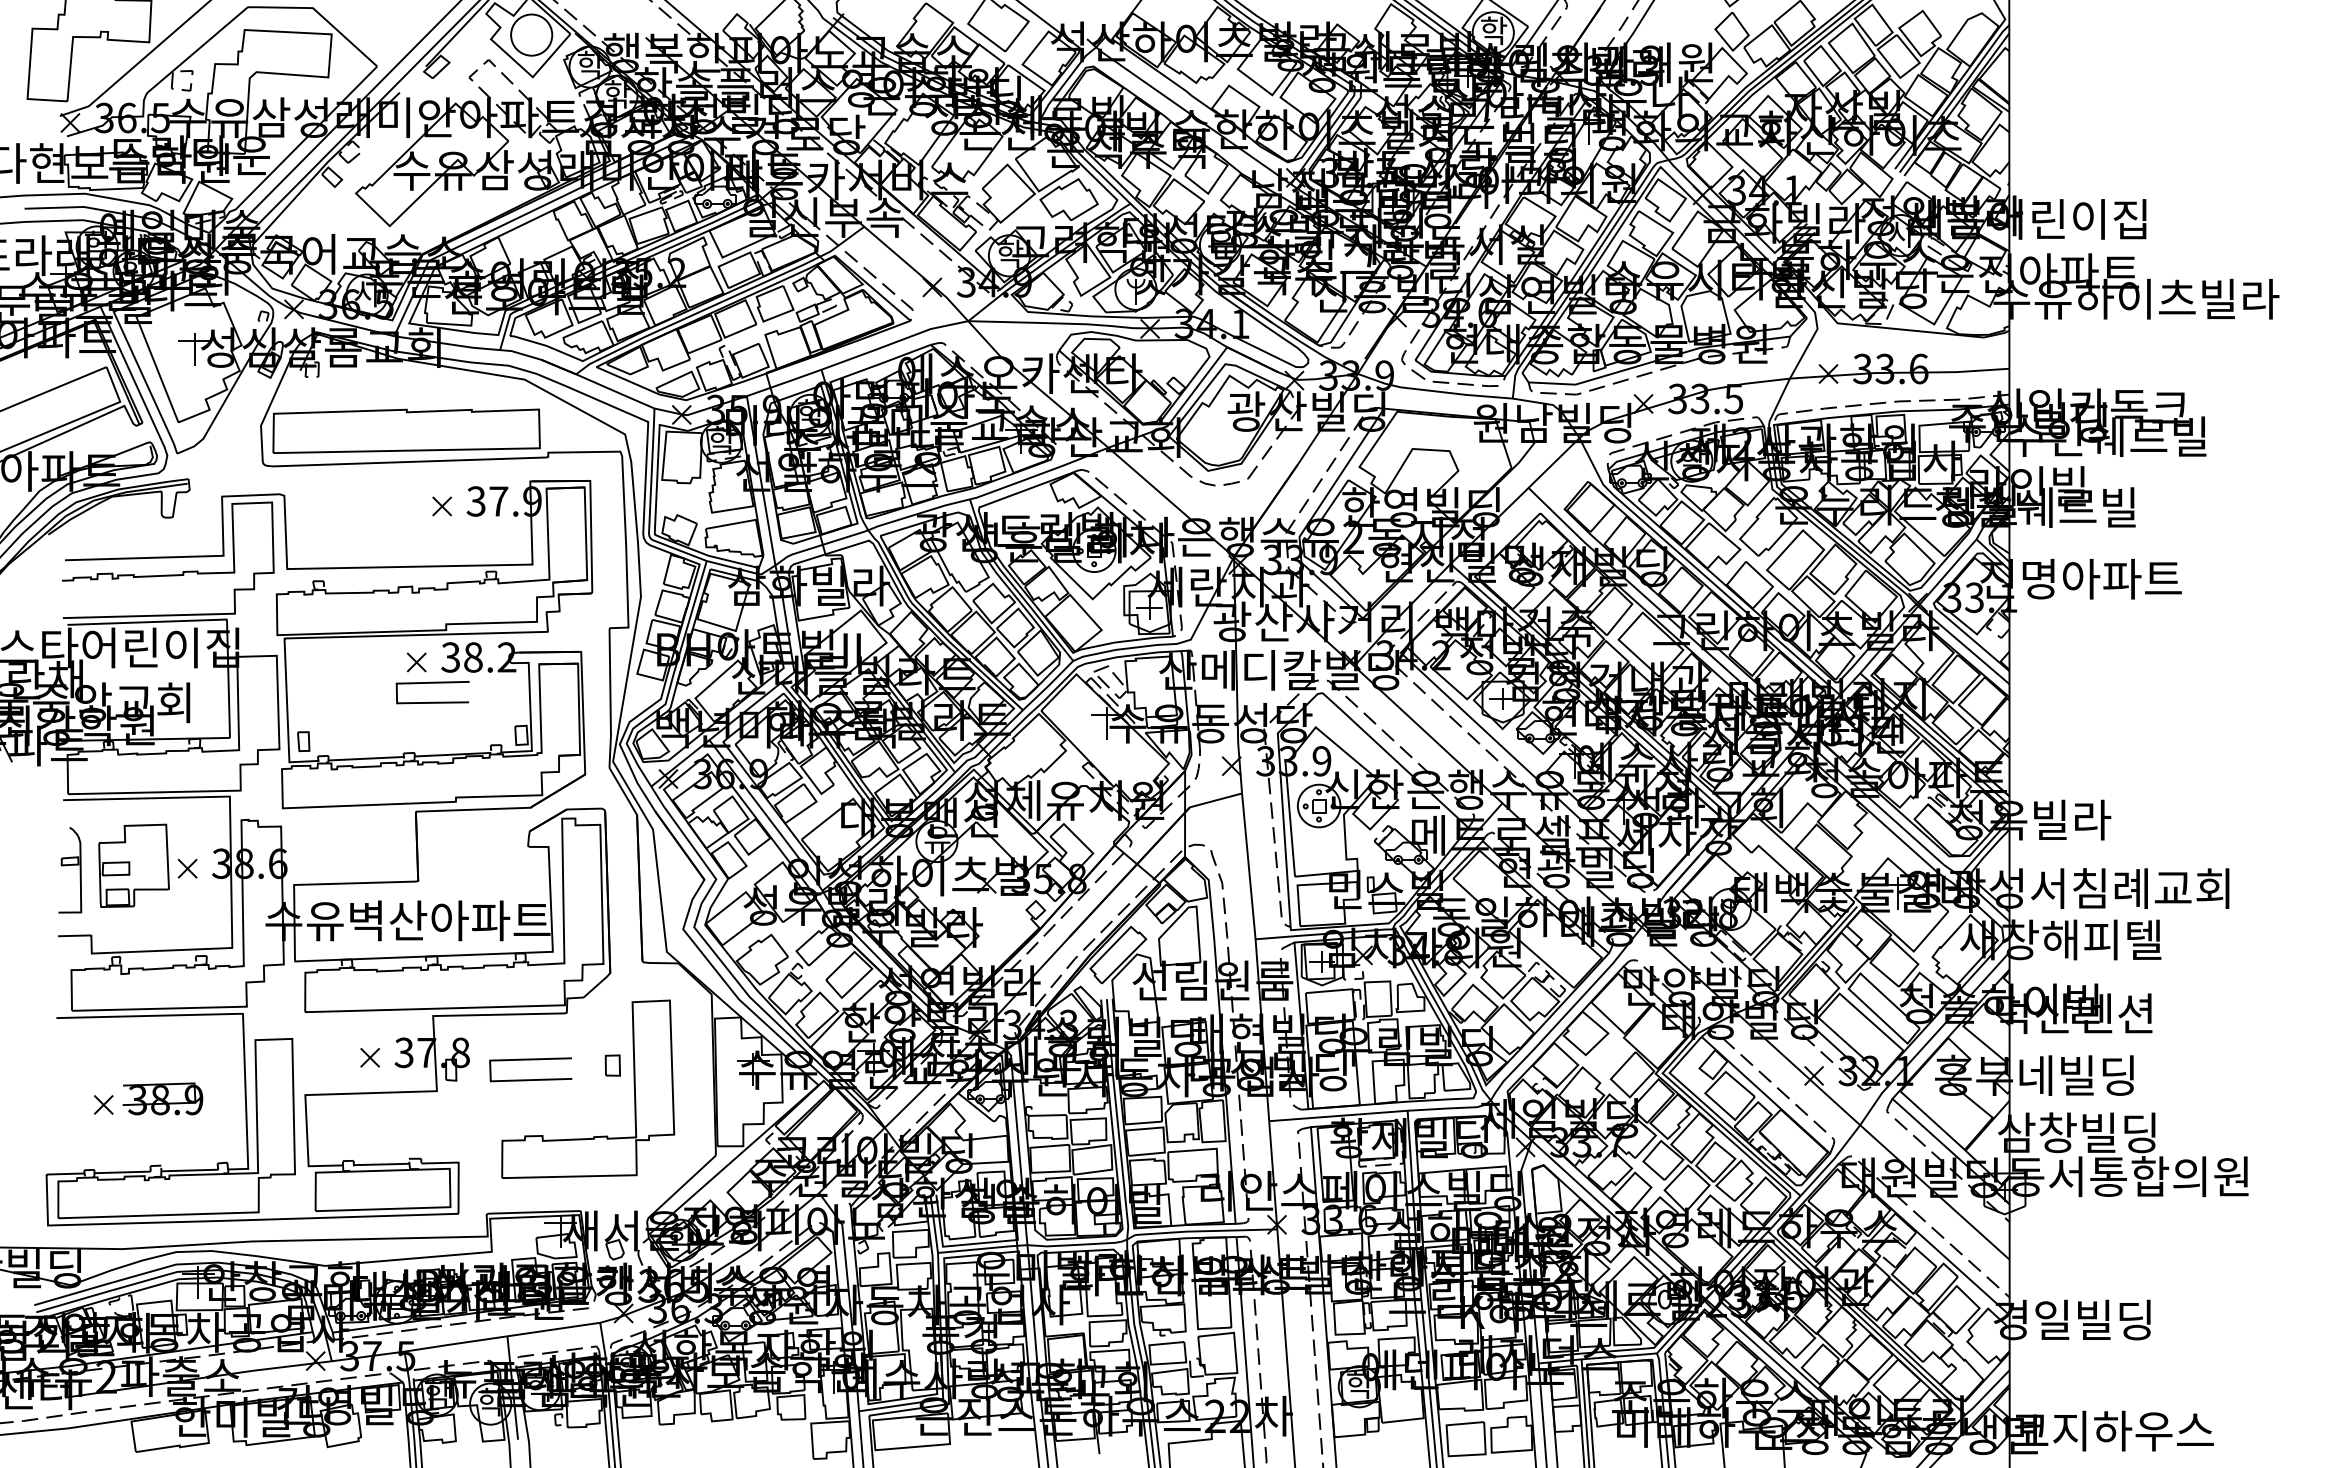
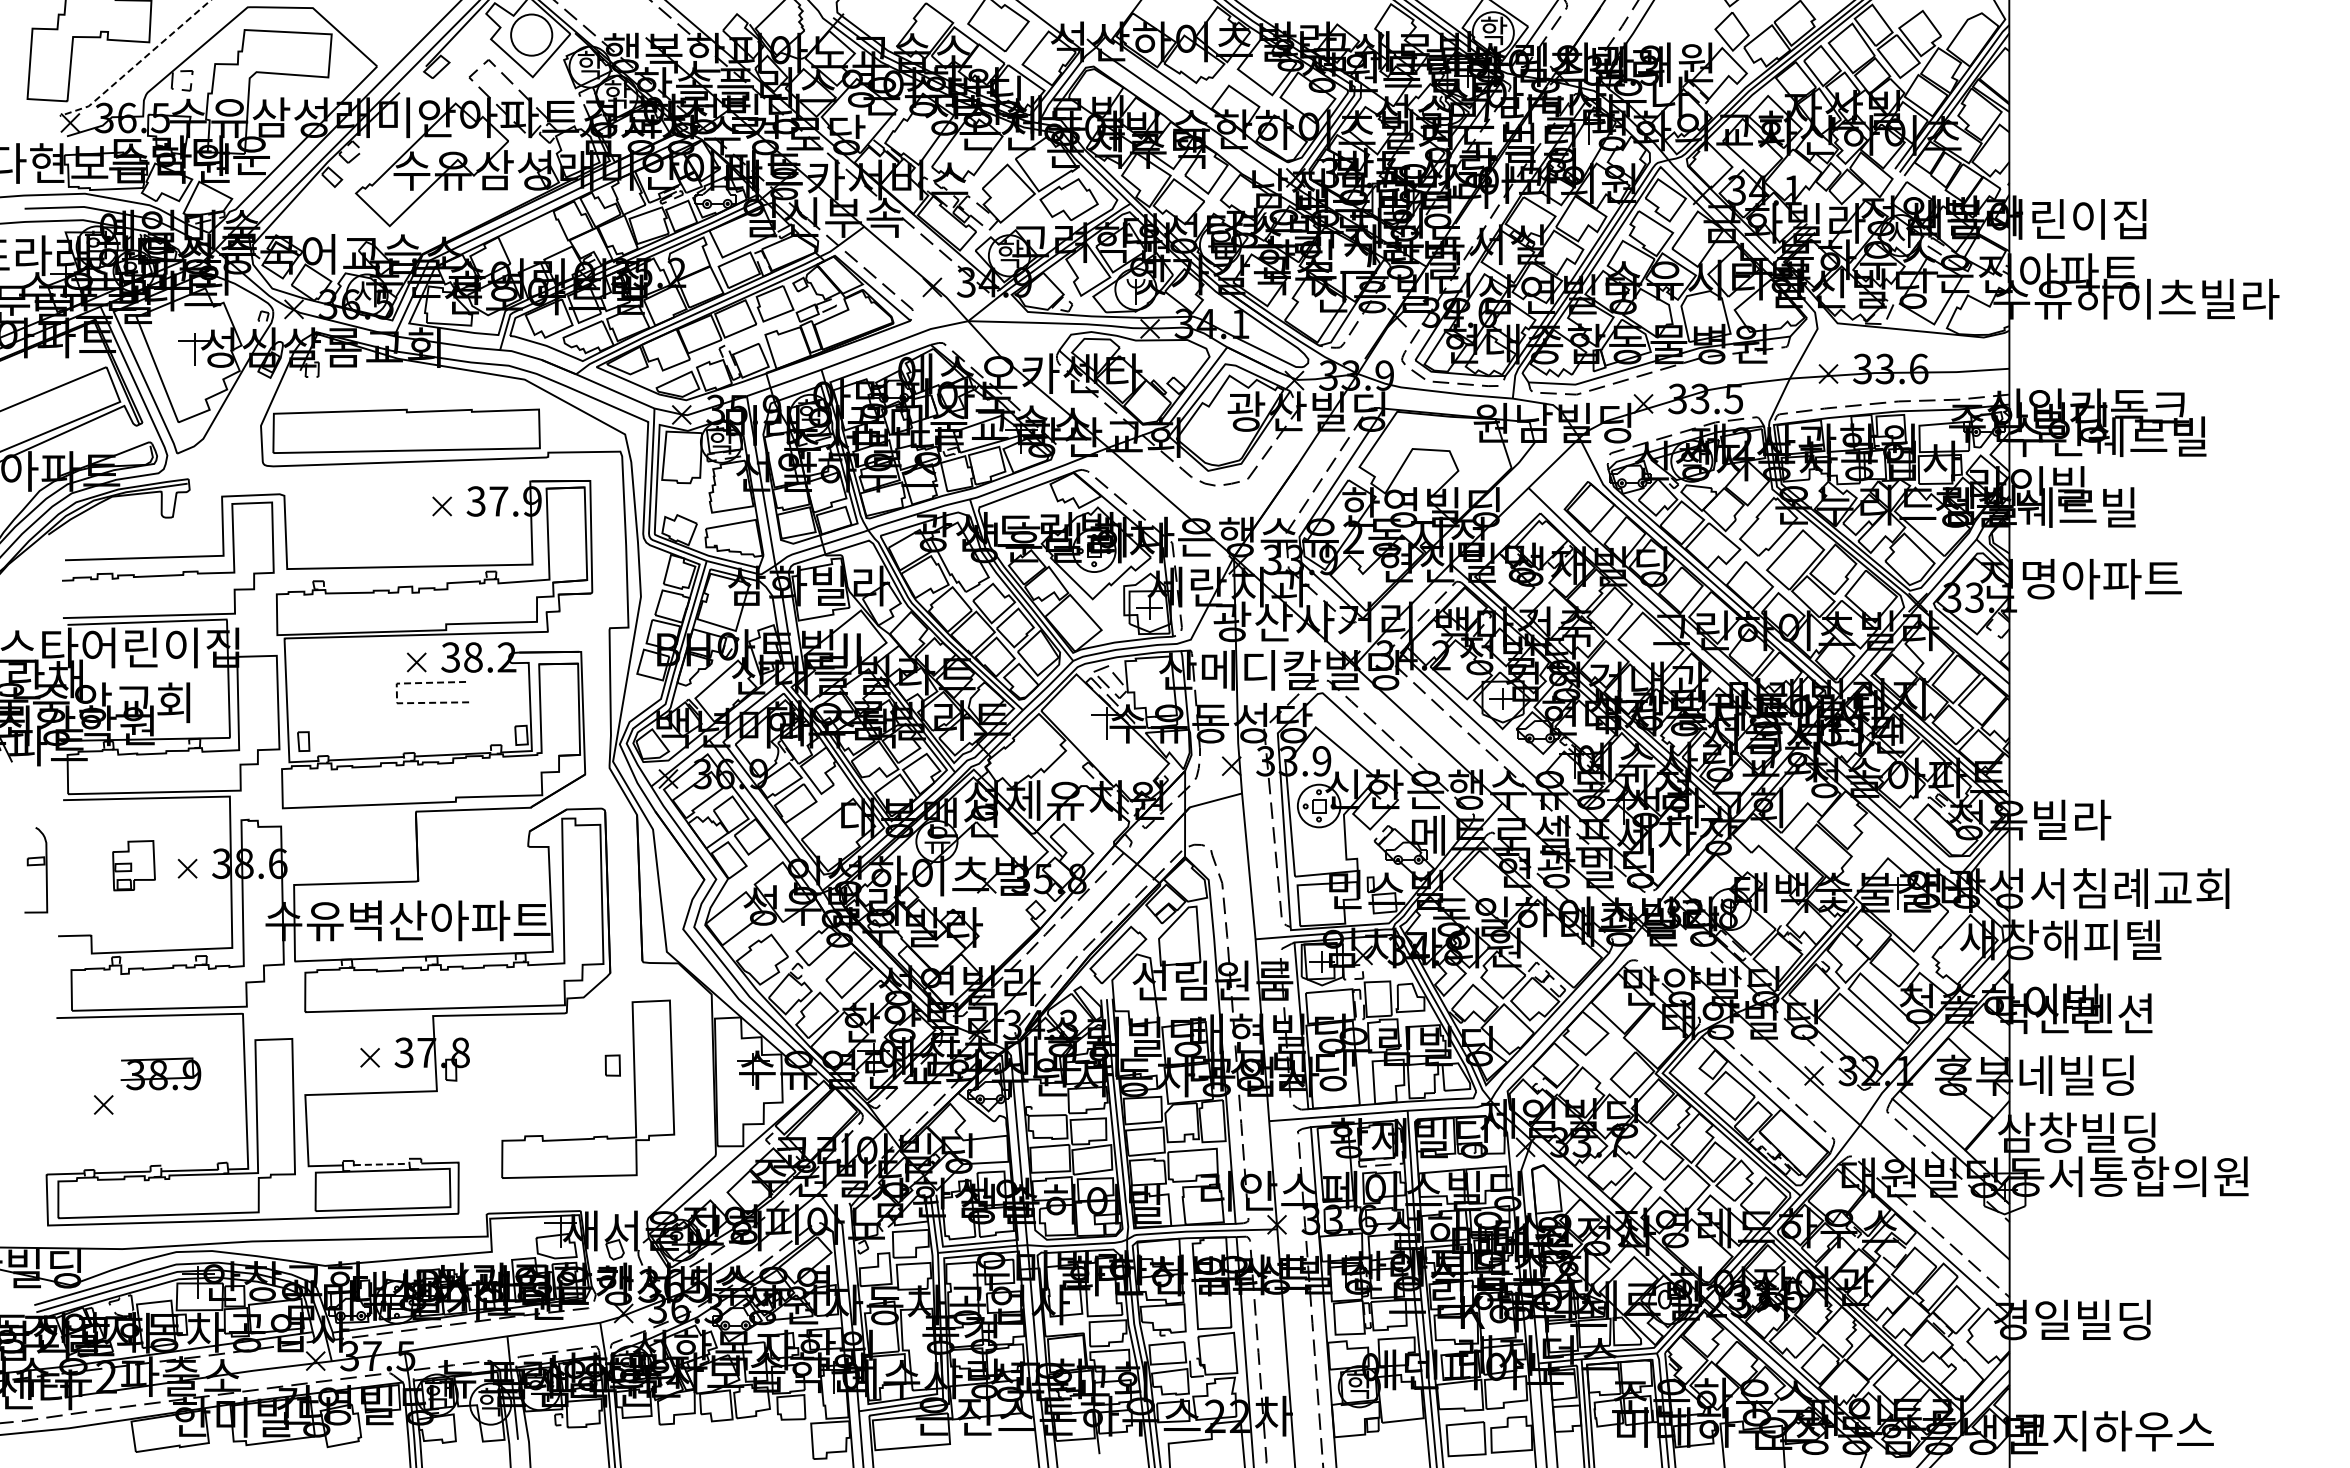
line at (137, 63): solid -> dashed
line at (396, 693): solid -> dashed
part at (133, 865) size: 72x85 px -> 44x52 px
part at (70, 870) position: (70, 870) -> (36, 870)
line at (530, 1060): present -> none
part at (162, 1098) position: (162, 1098) -> (160, 1073)
line at (381, 1164): solid -> dashed
